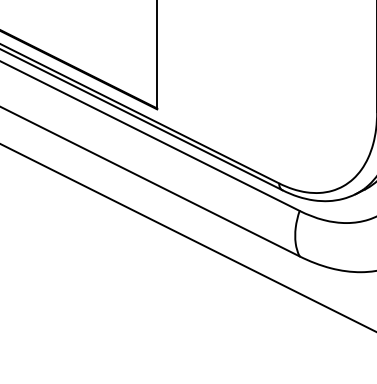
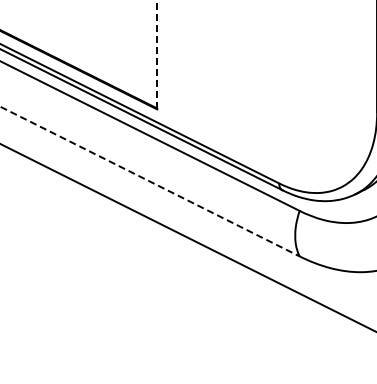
line at (157, 54): solid -> dashed
line at (150, 181): solid -> dashed
